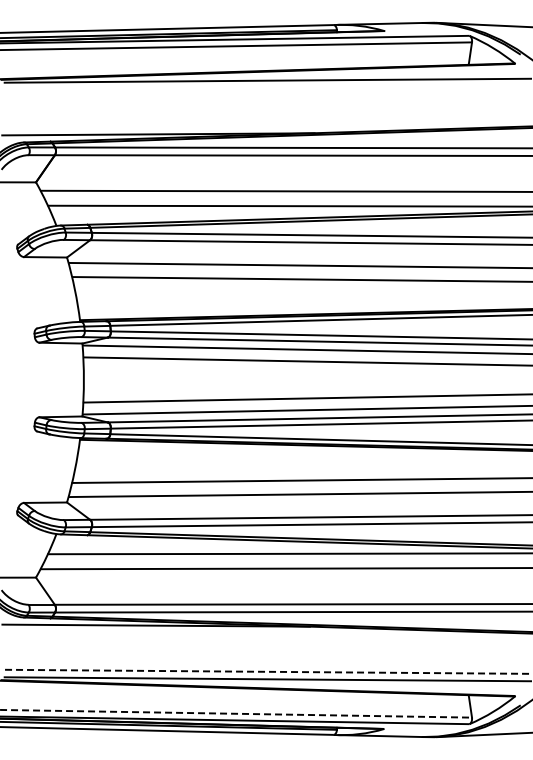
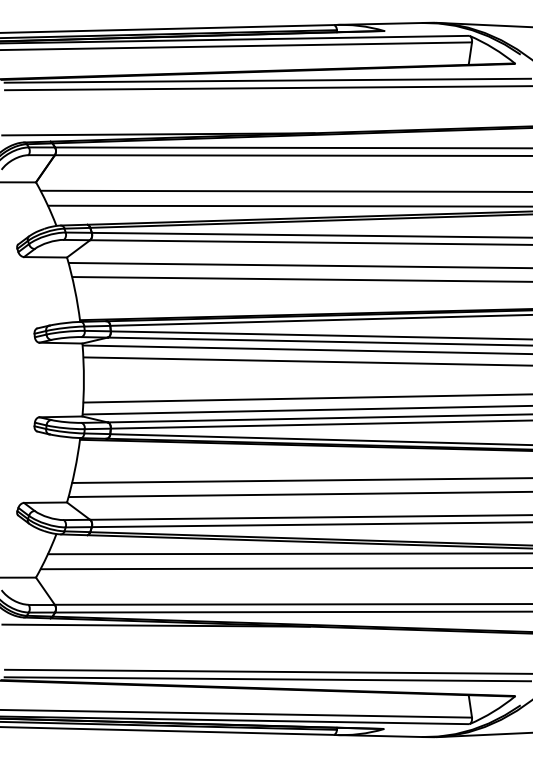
line at (267, 88): none -> present
line at (268, 671): dashed -> solid
line at (236, 713): dashed -> solid
